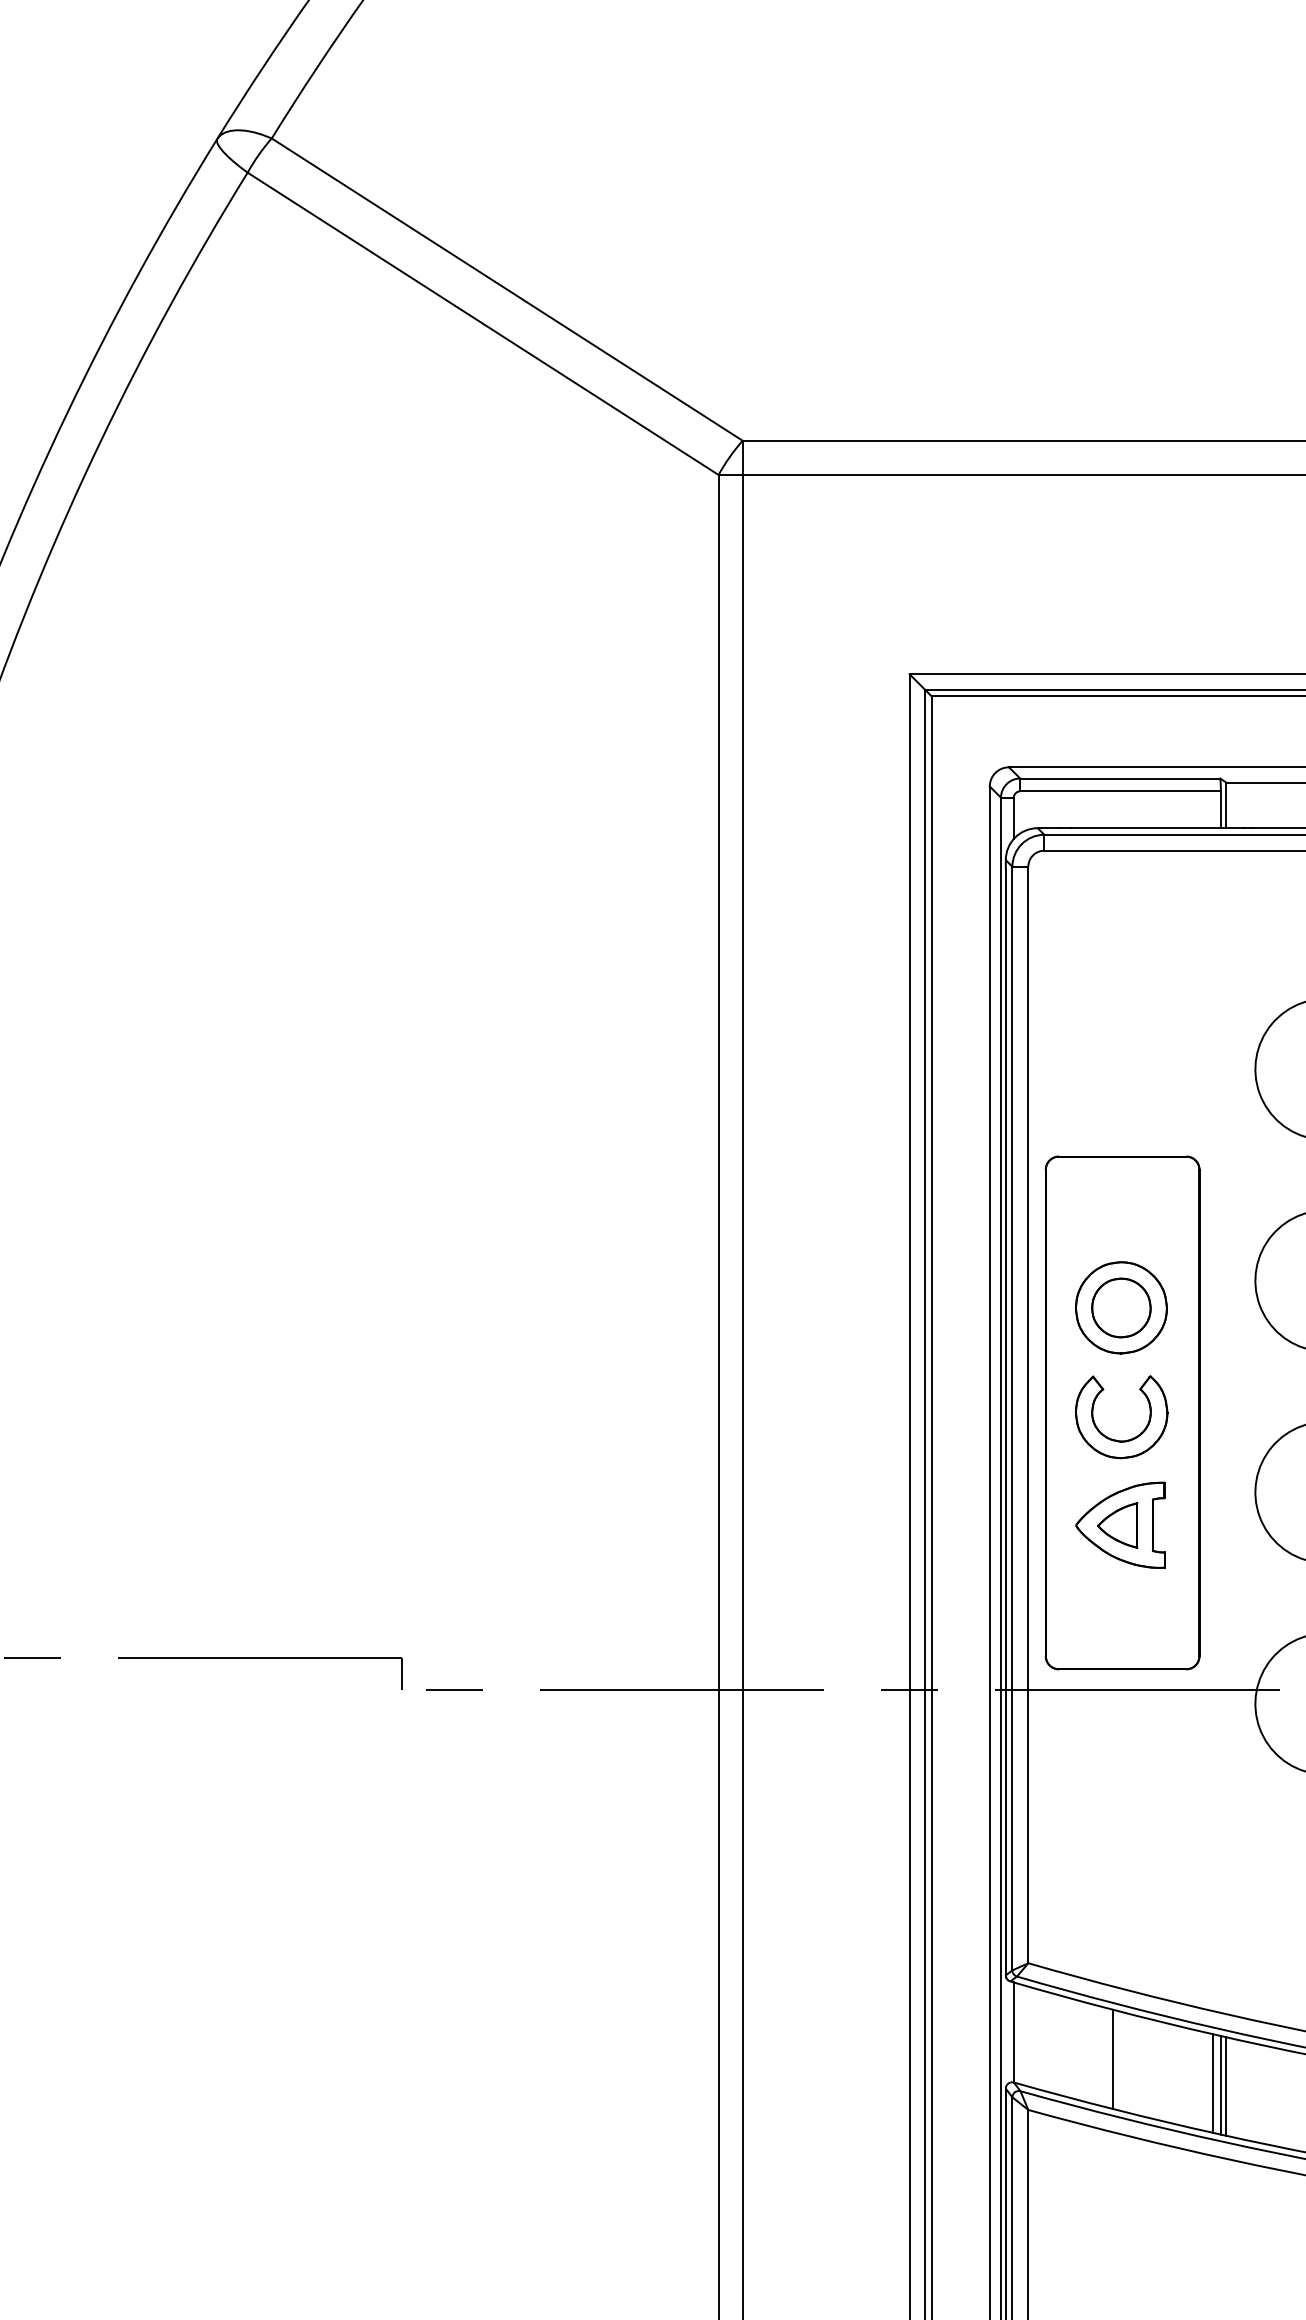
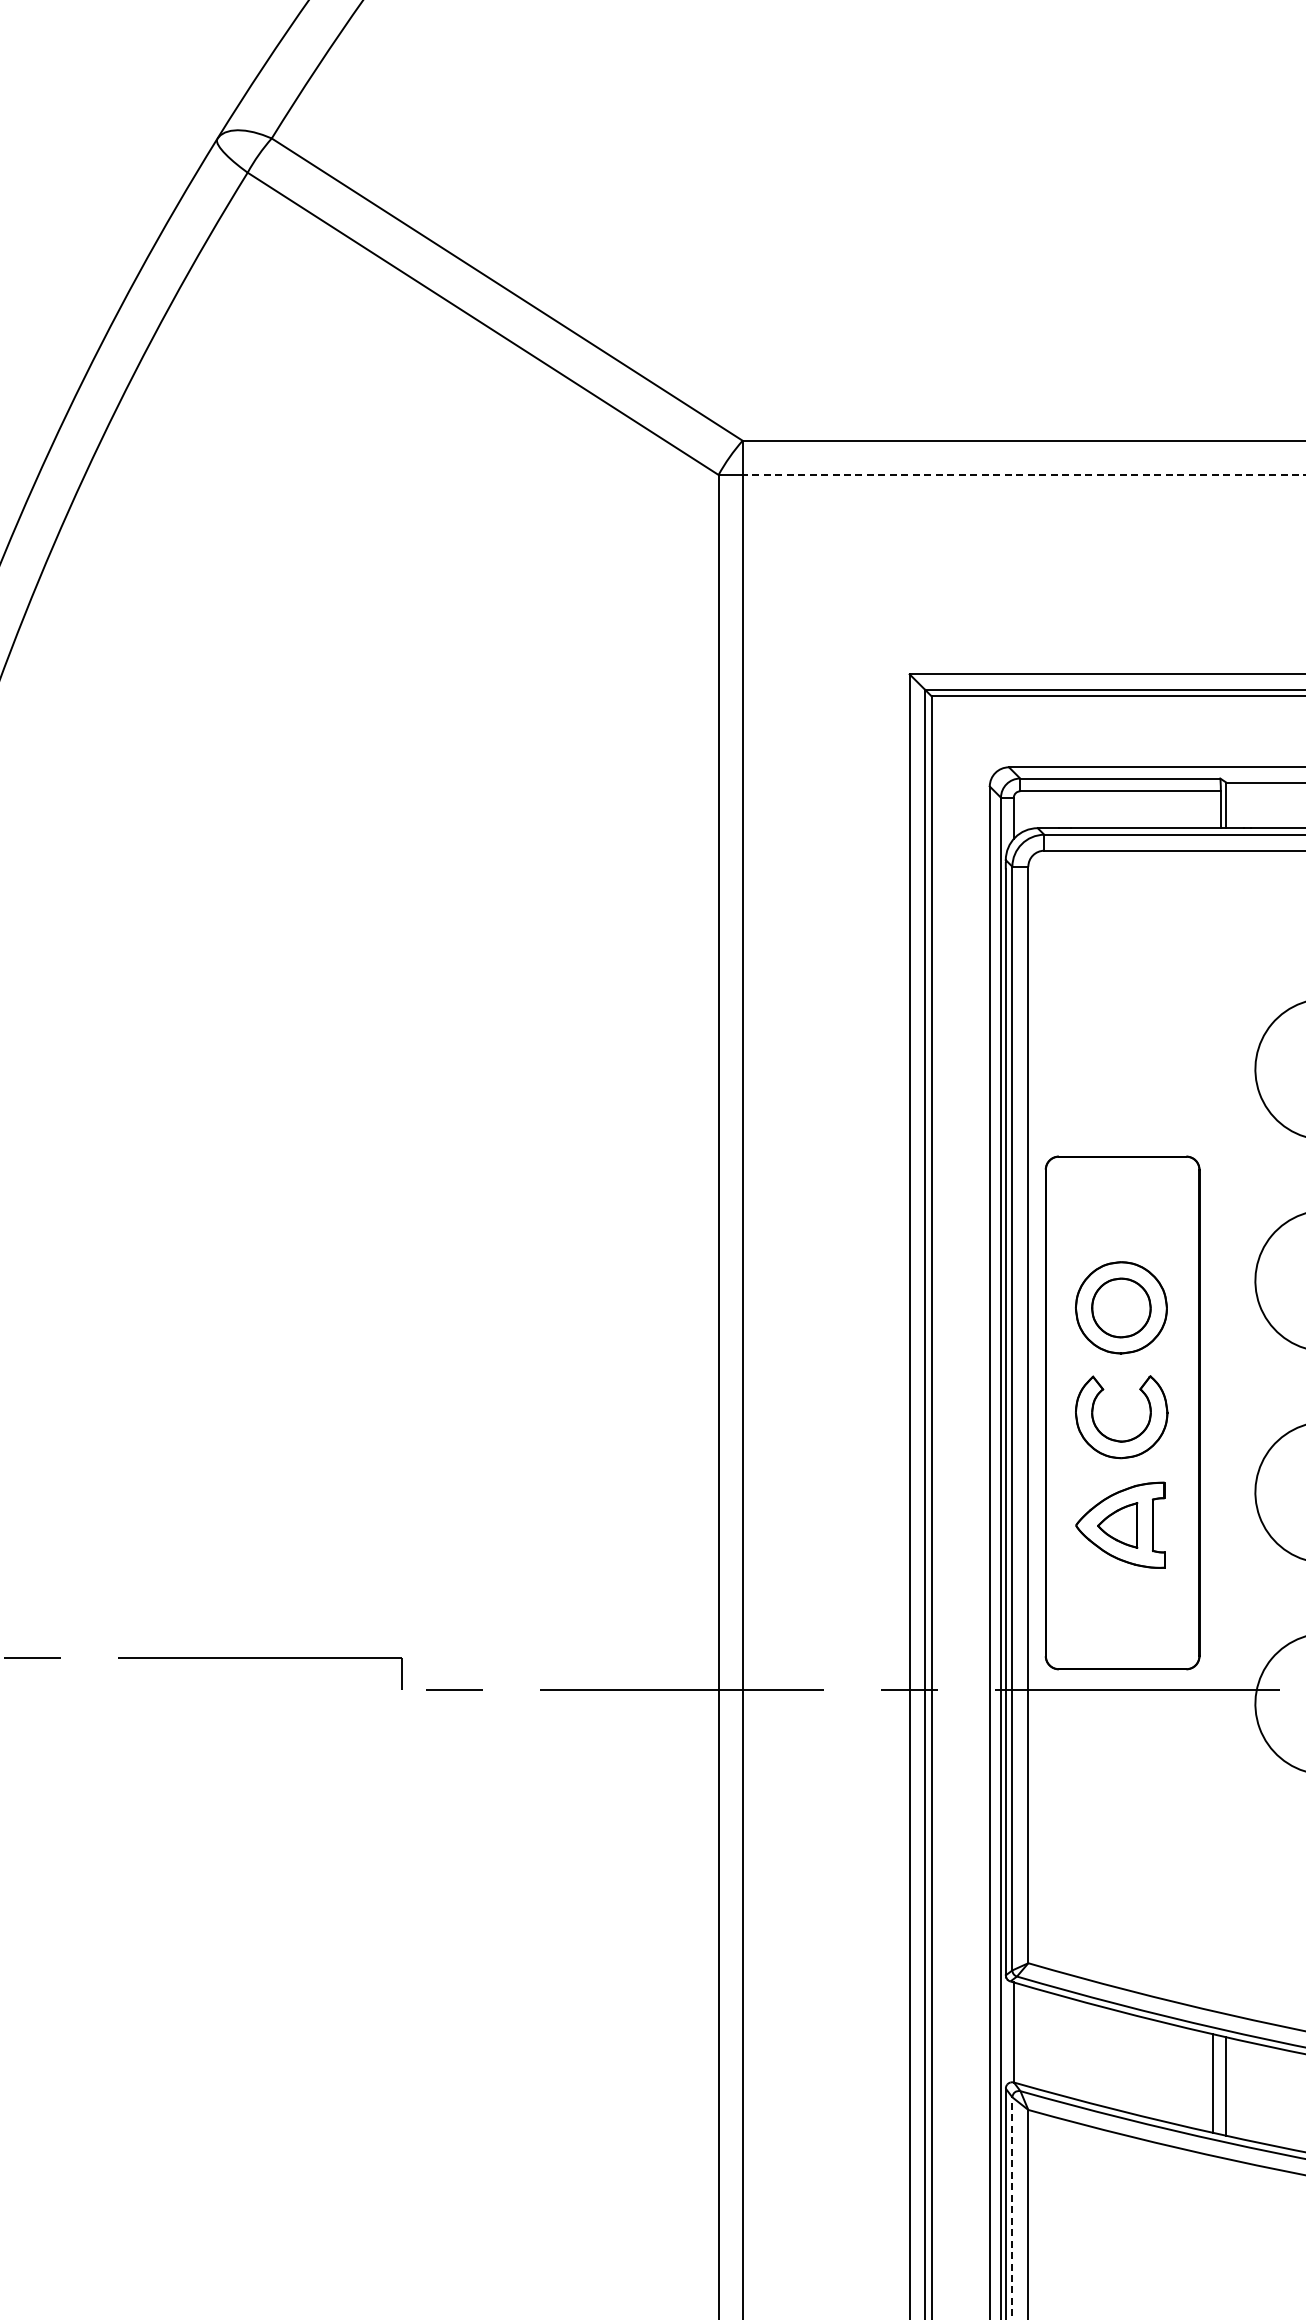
line at (1023, 474): solid -> dashed
line at (1112, 2058): present -> none
line at (1220, 2085): present -> none
line at (1012, 2208): solid -> dashed
